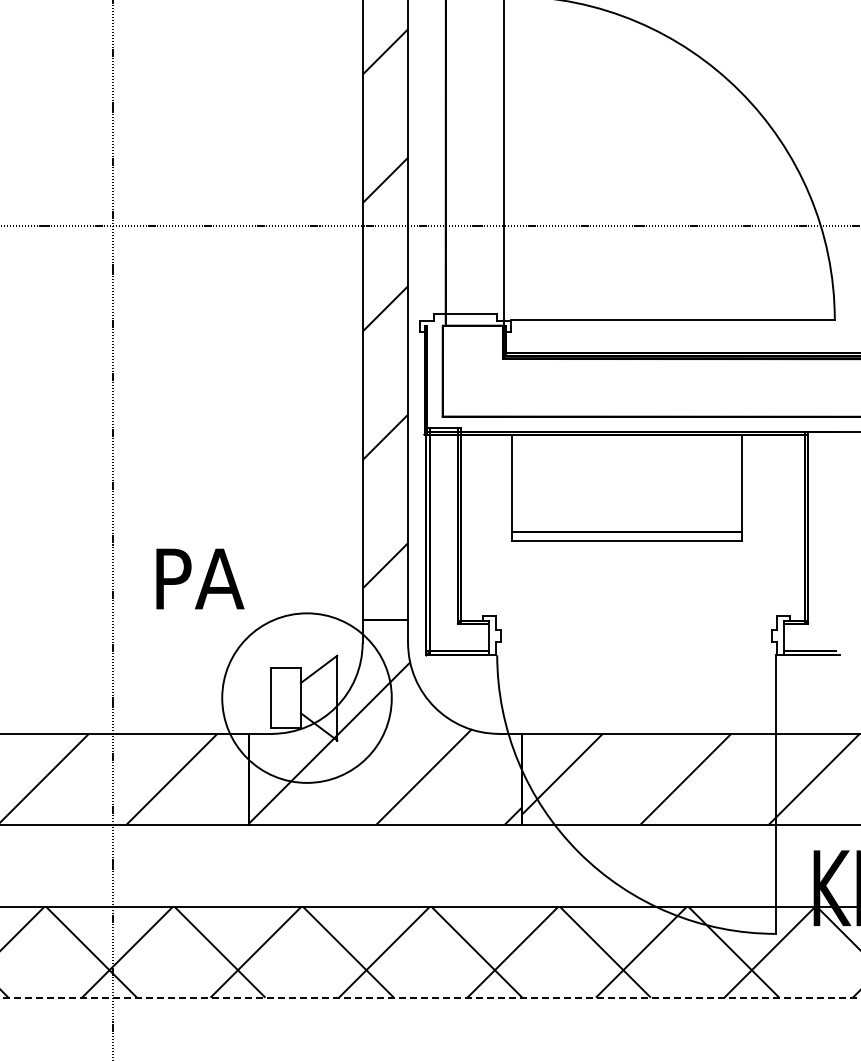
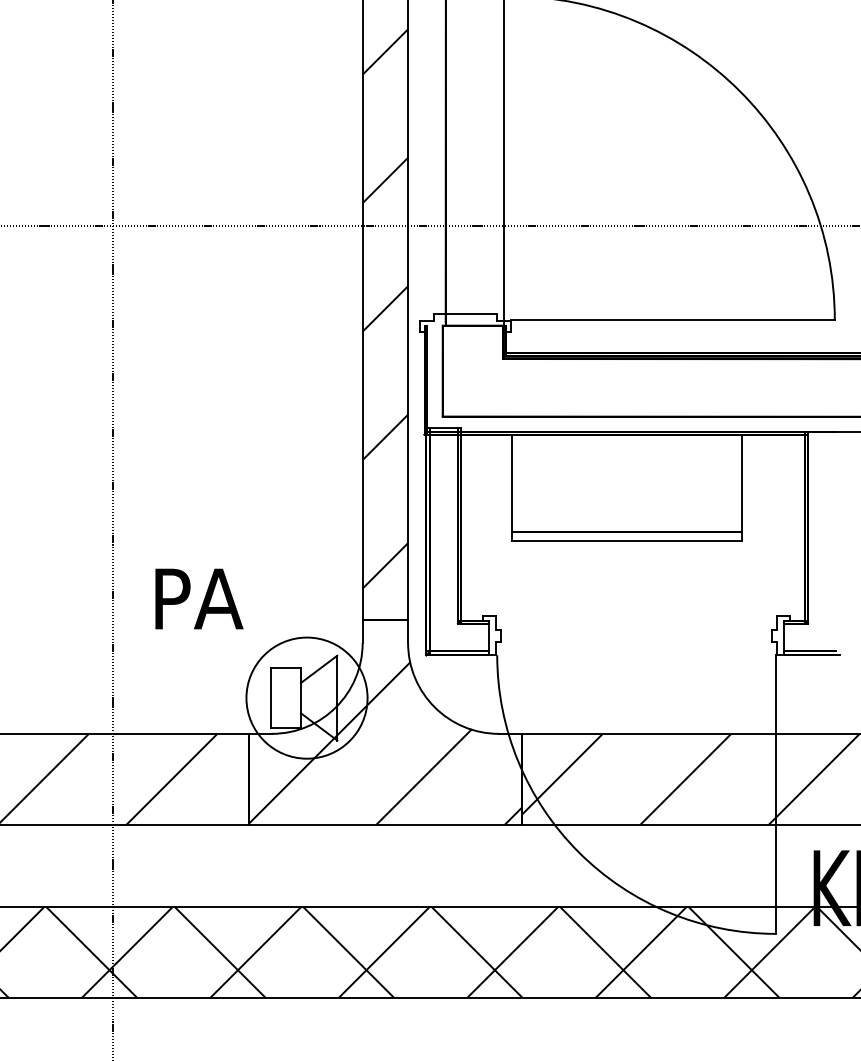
text at (200, 578) position: (200, 578) -> (199, 598)
circle at (306, 697) diameter: 170 px -> 121 px
line at (430, 997): dashed -> solid
